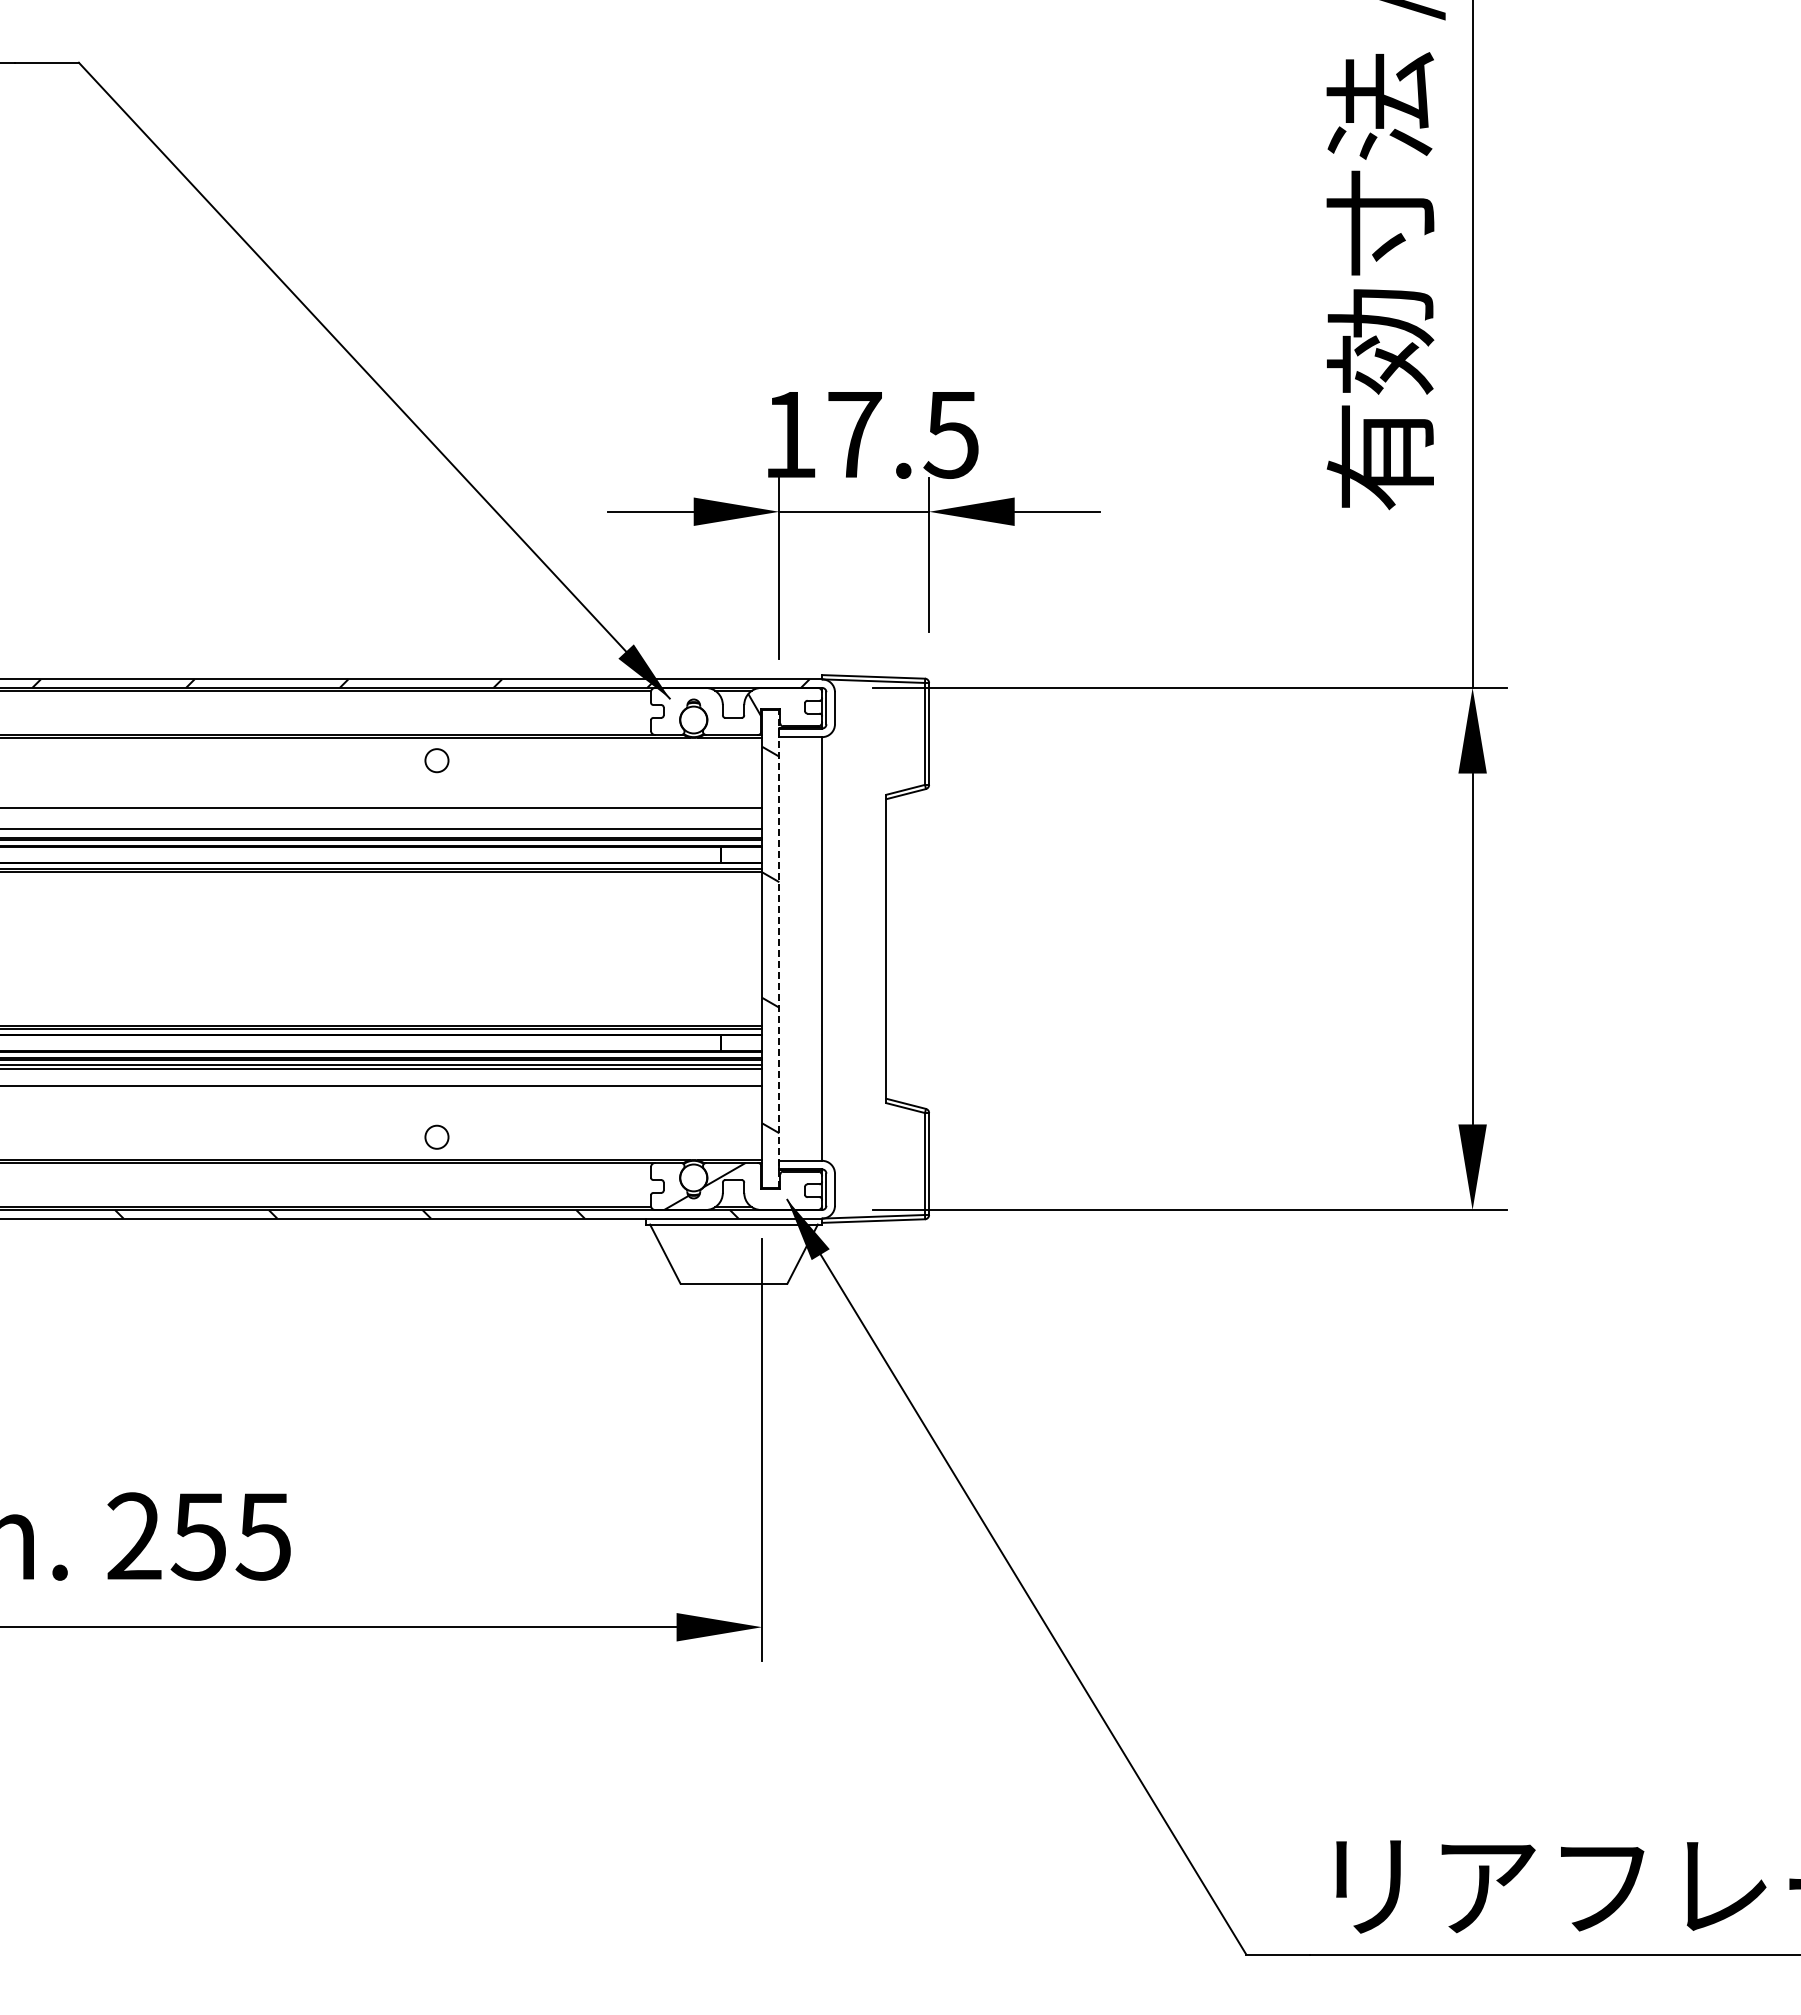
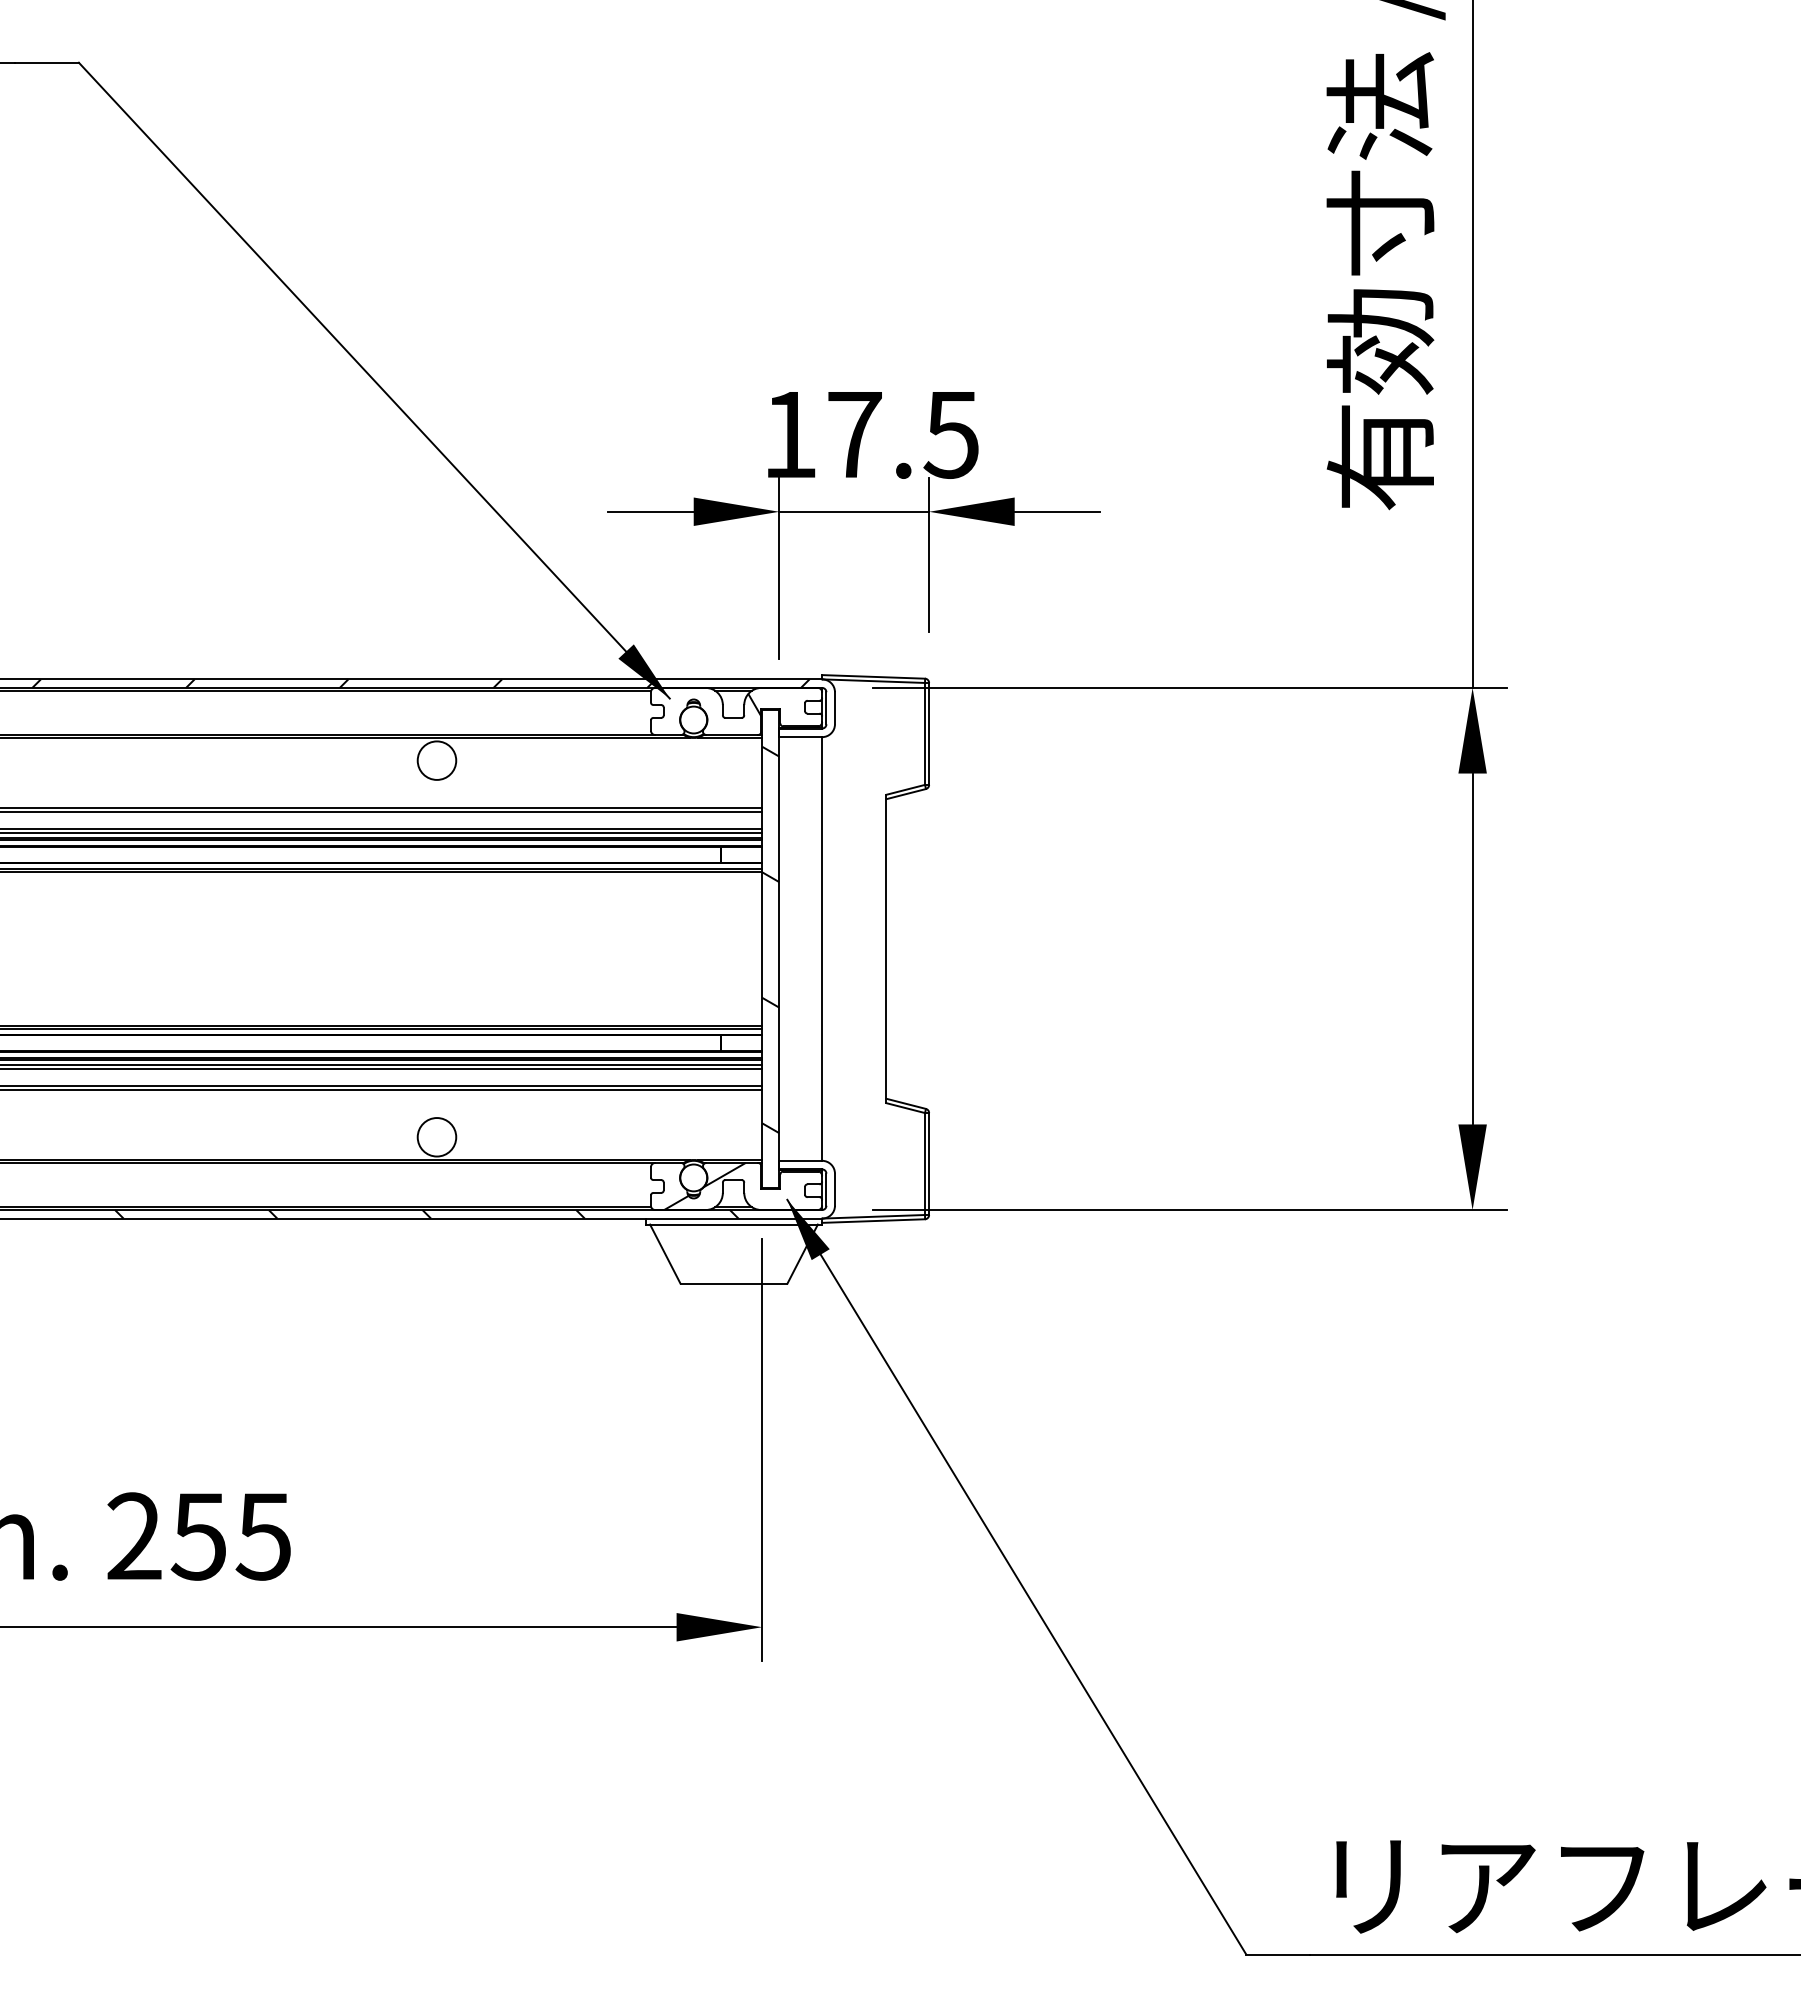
circle at (436, 760) diameter: 23 px -> 39 px
line at (382, 812): none -> present
line at (382, 833): none -> present
line at (779, 948): dashed -> solid
line at (382, 1090): none -> present
circle at (436, 1136) diameter: 23 px -> 39 px
